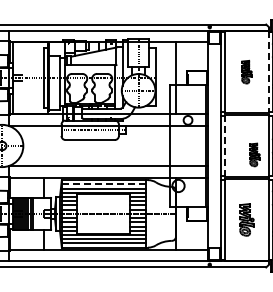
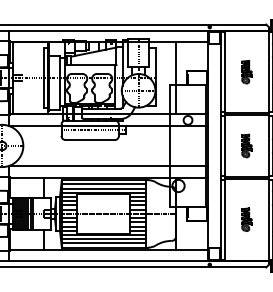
line at (268, 72): dashed -> solid
line at (225, 146): dashed -> solid
part at (254, 154) position: (254, 154) -> (246, 145)
line at (104, 184): dashed -> solid
part at (246, 219) size: 16x34 px -> 12x25 px
